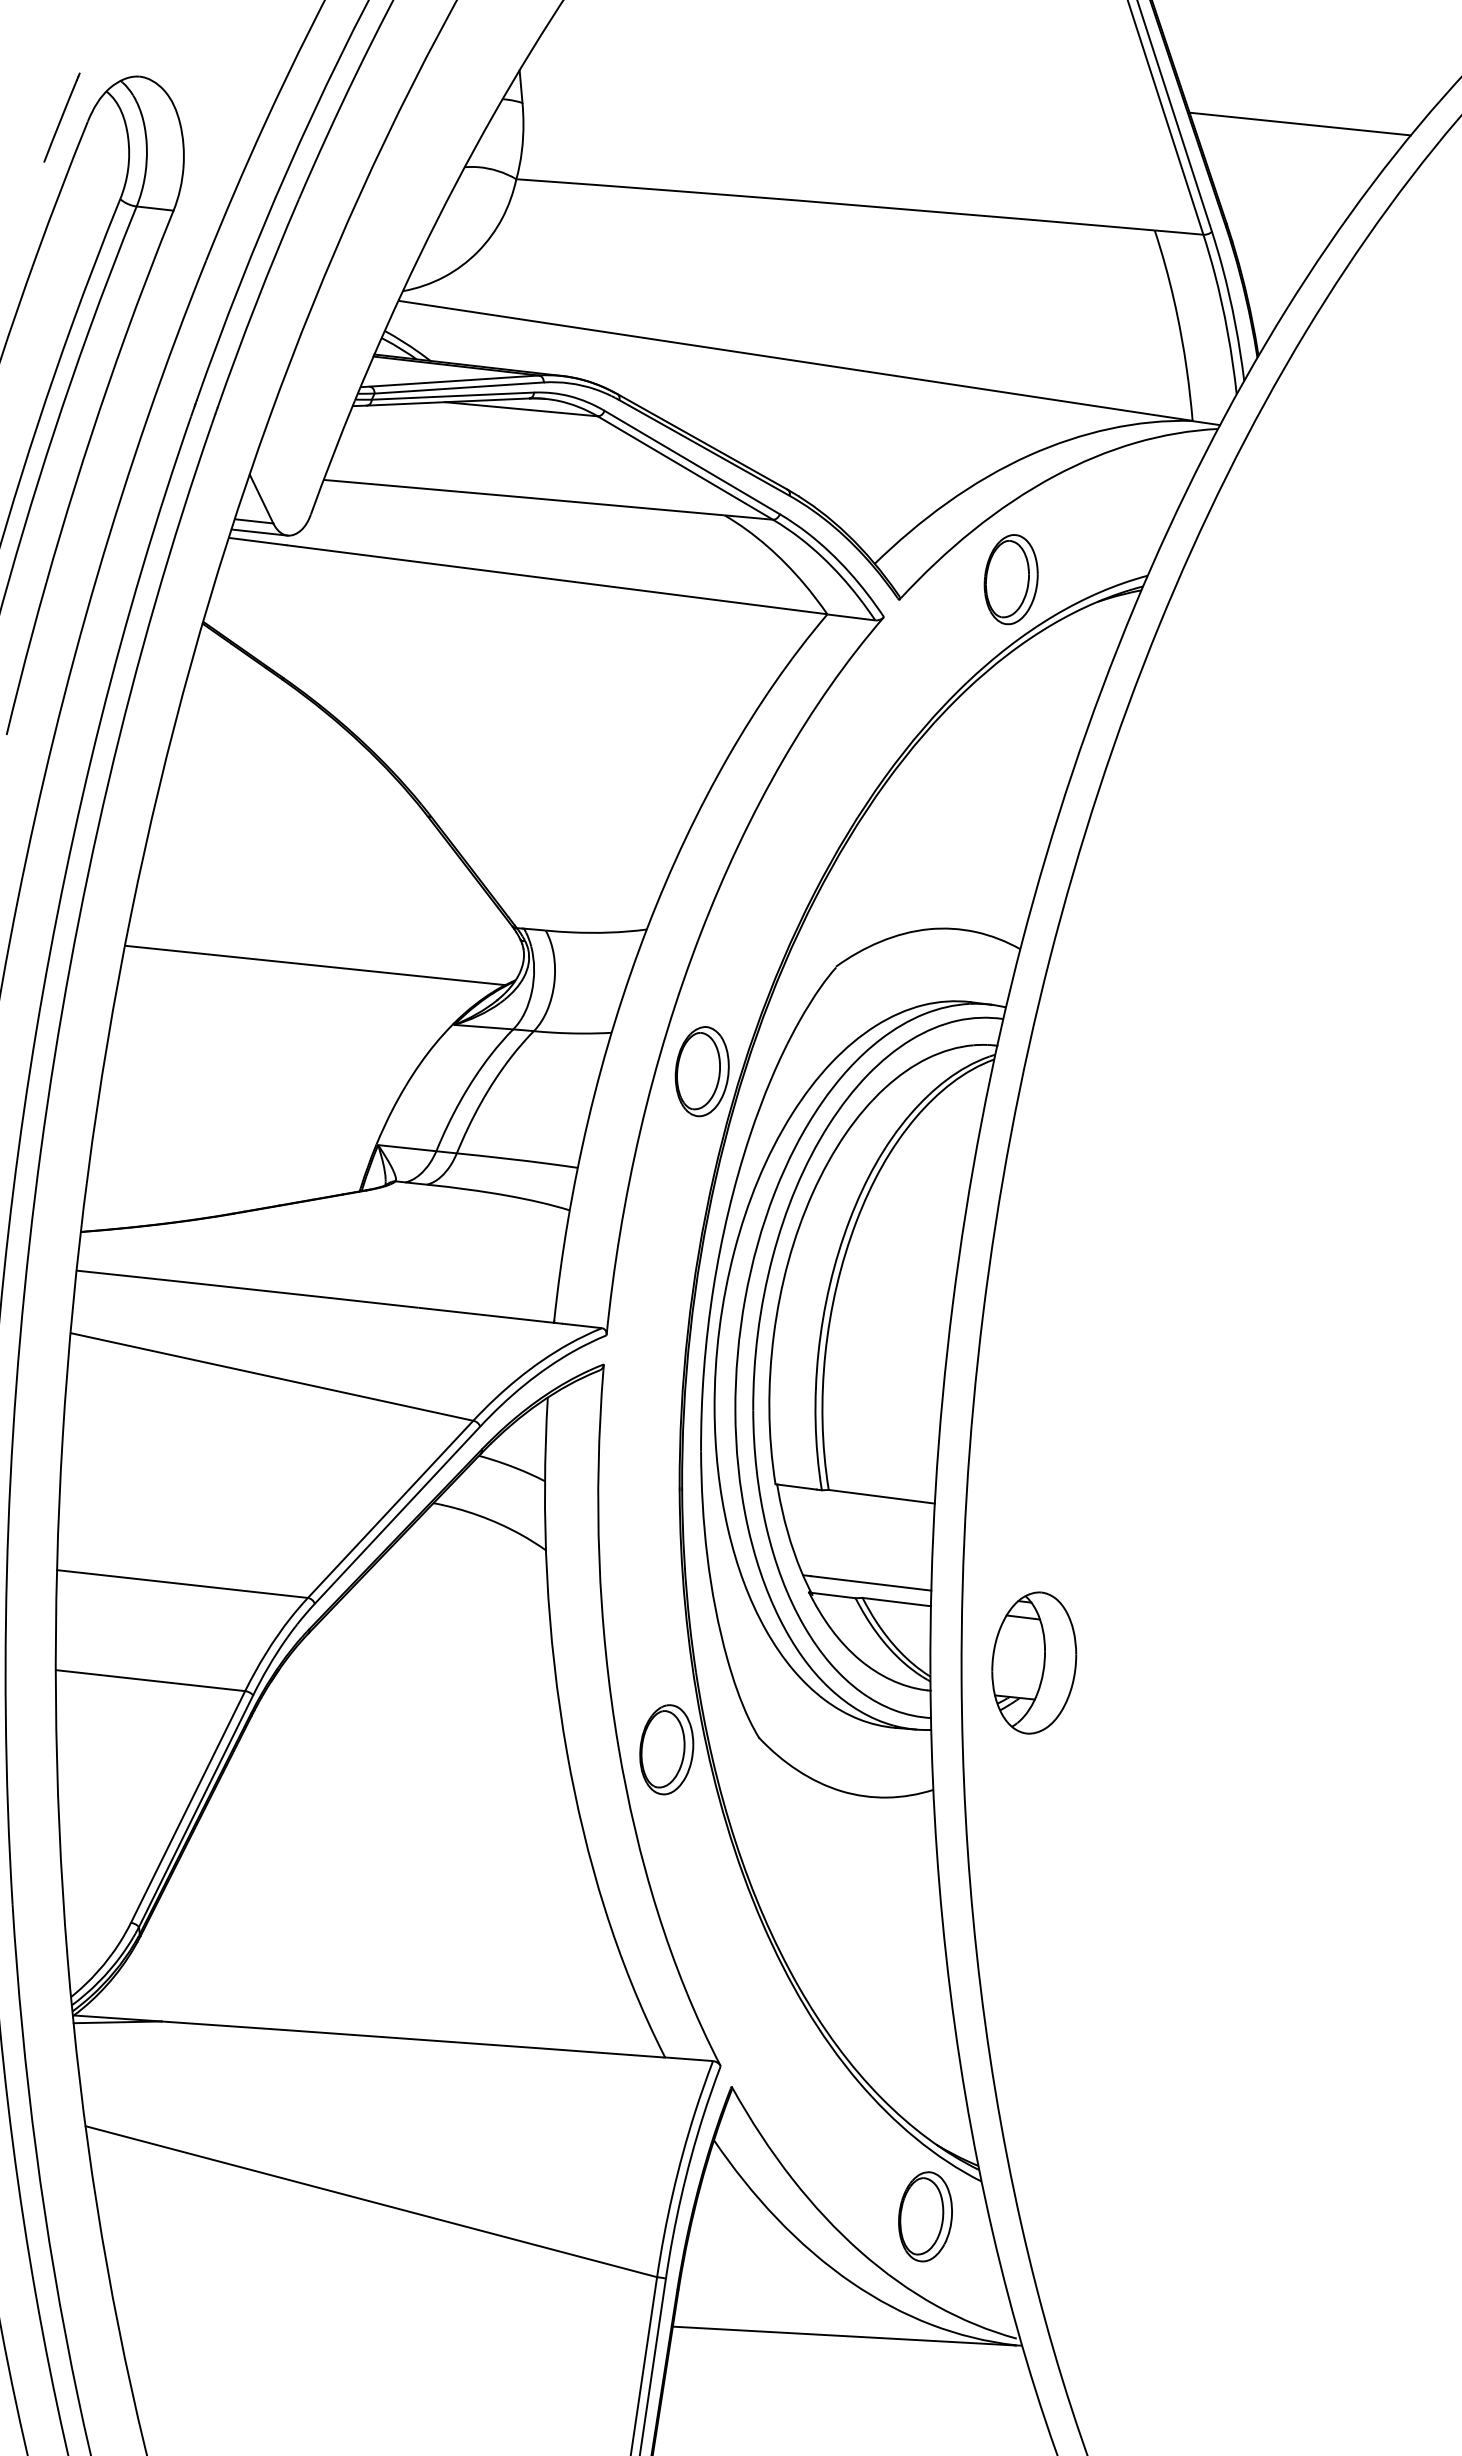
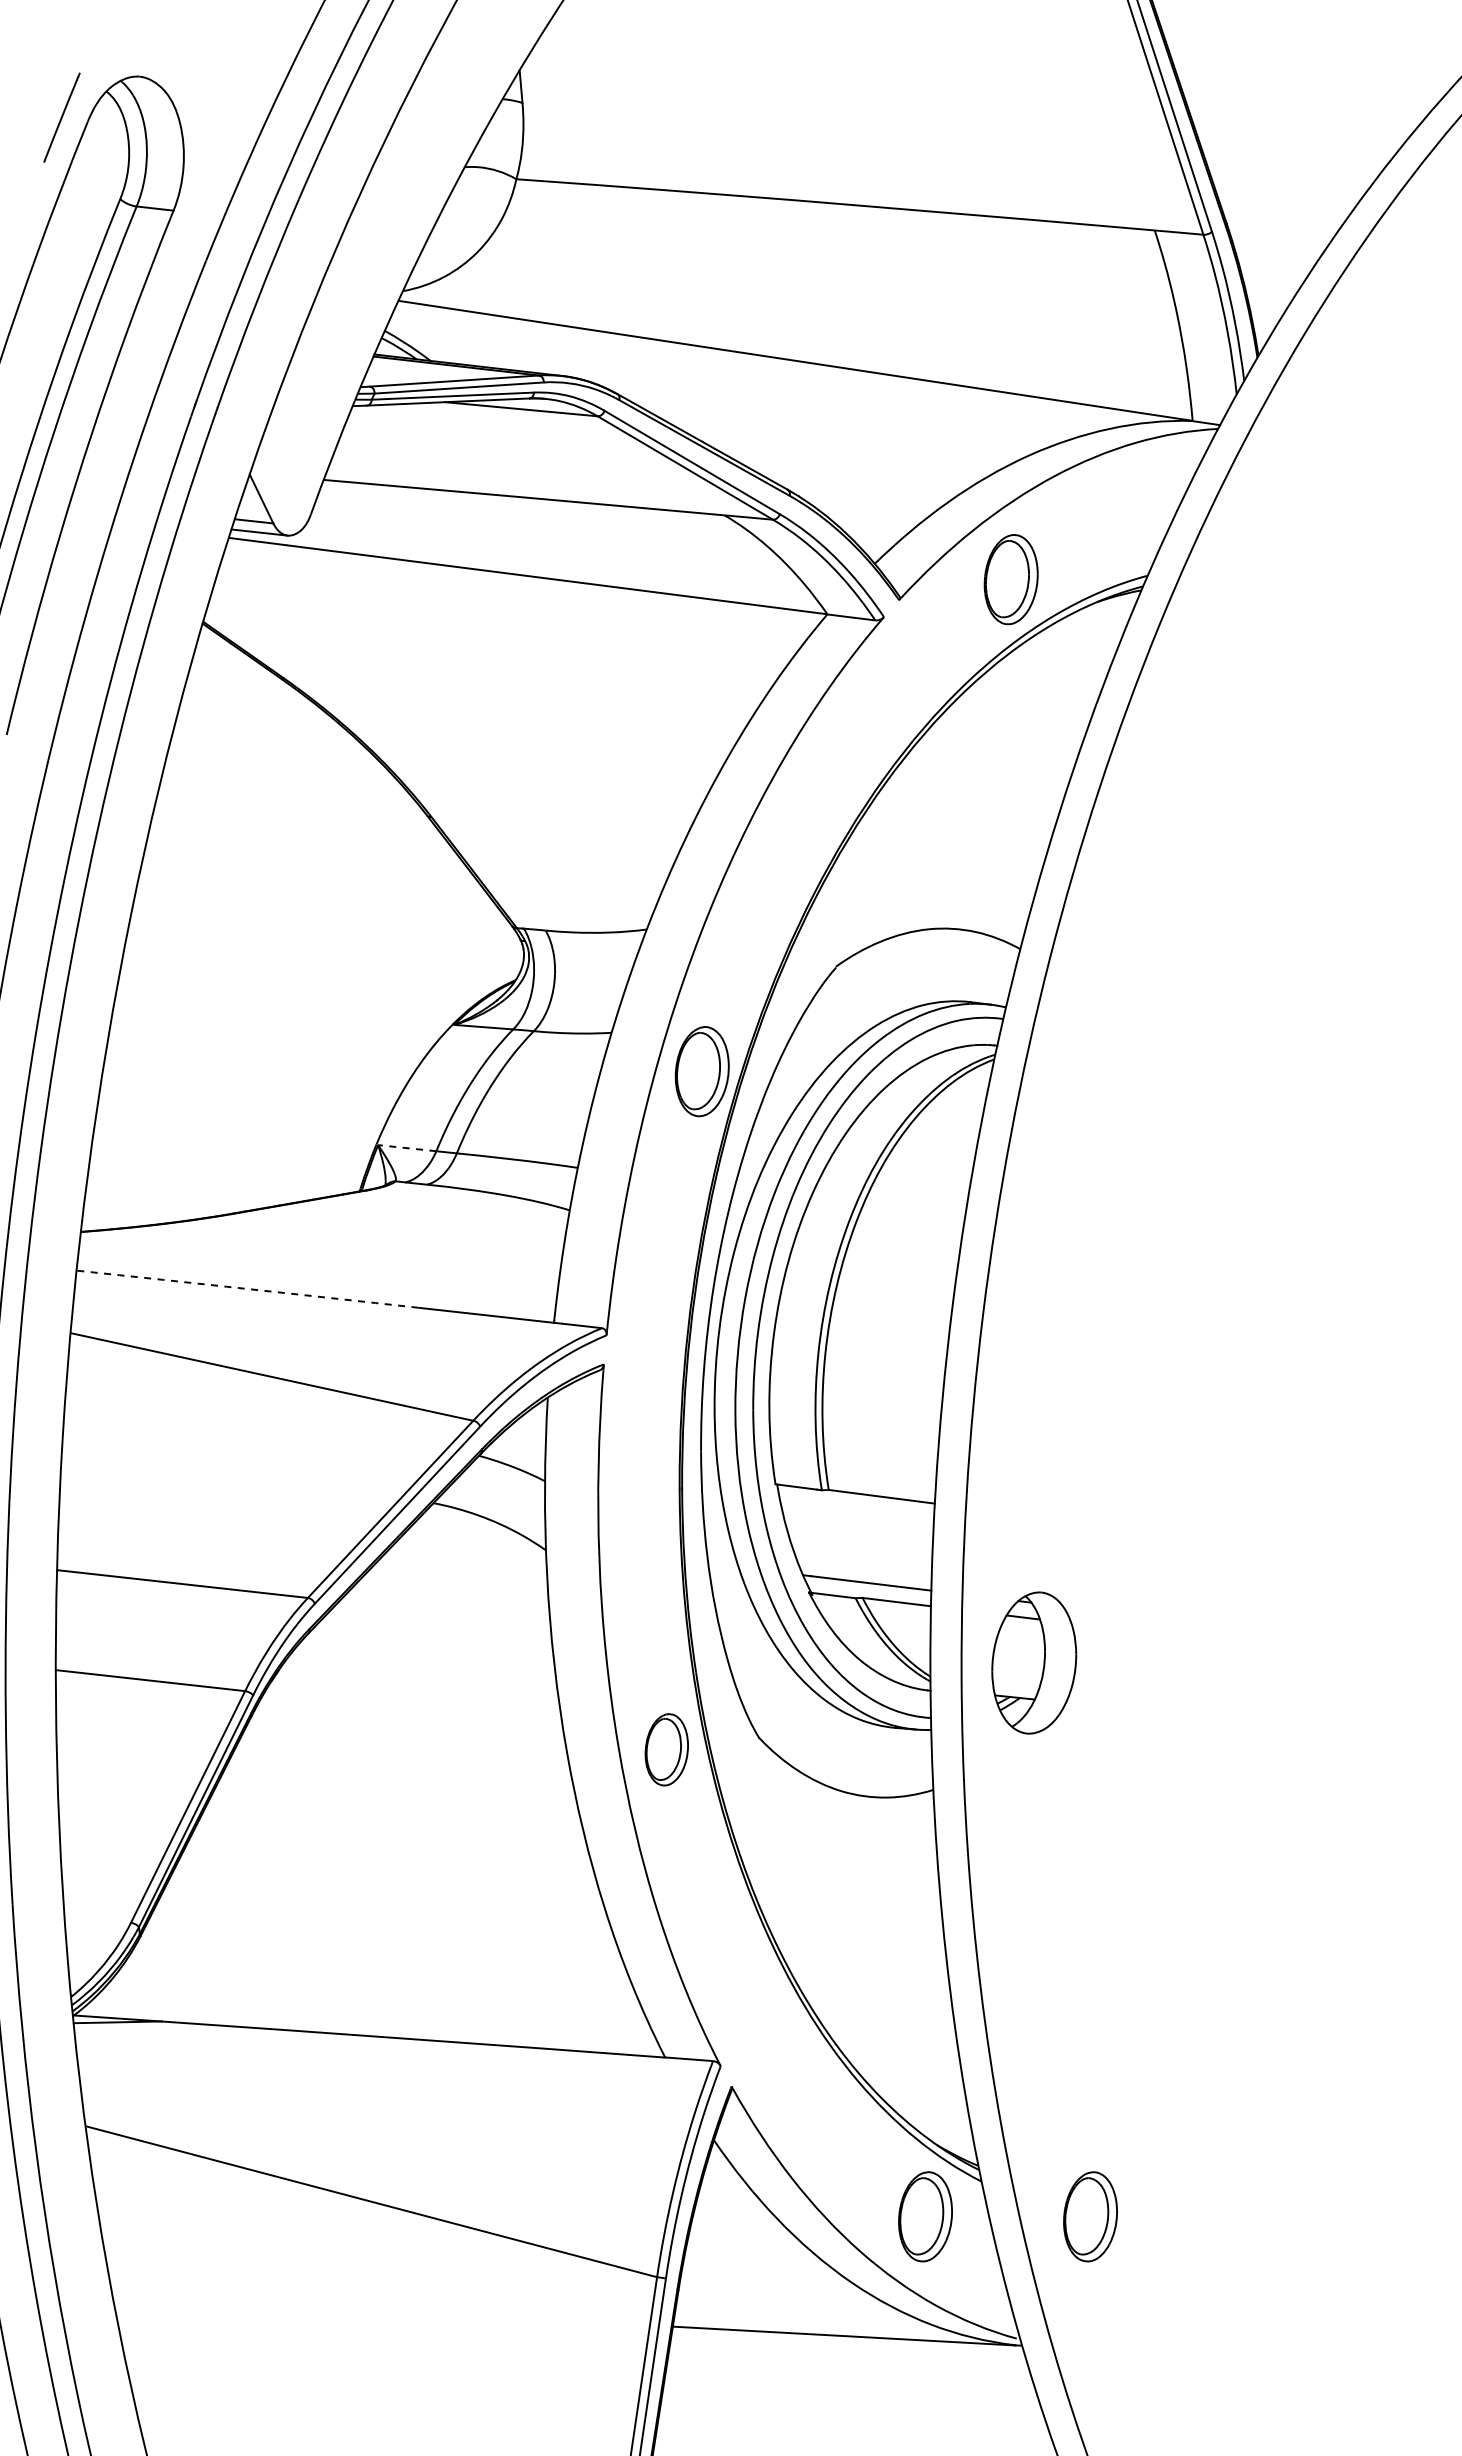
line at (1299, 123): present -> none
line at (315, 965): present -> none
line at (406, 1148): solid -> dashed
arc at (247, 1289): solid -> dashed
part at (666, 1749) size: 56x92 px -> 45x74 px
part at (1090, 2216): none -> present
